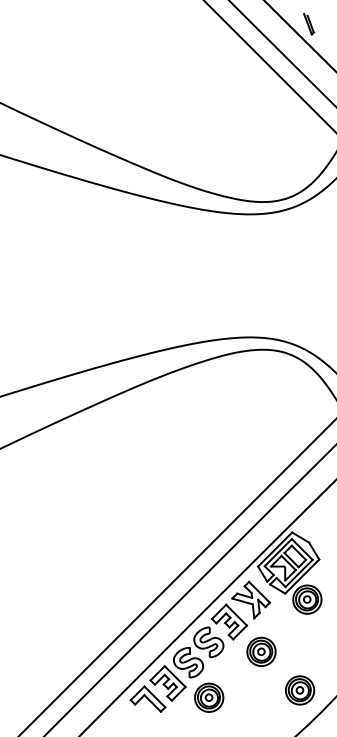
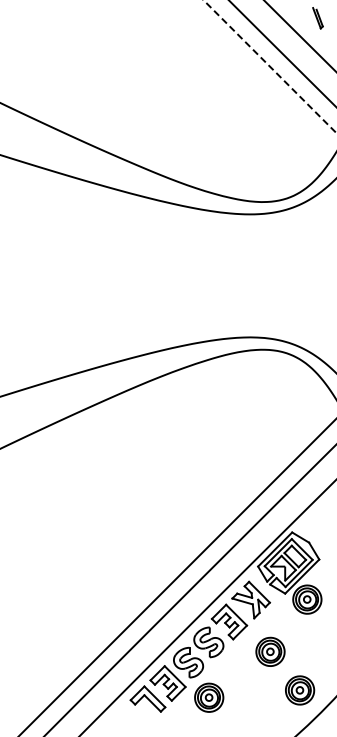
part at (308, 24) position: (308, 24) -> (317, 18)
line at (270, 66): solid -> dashed
part at (261, 651) position: (261, 651) -> (270, 651)
